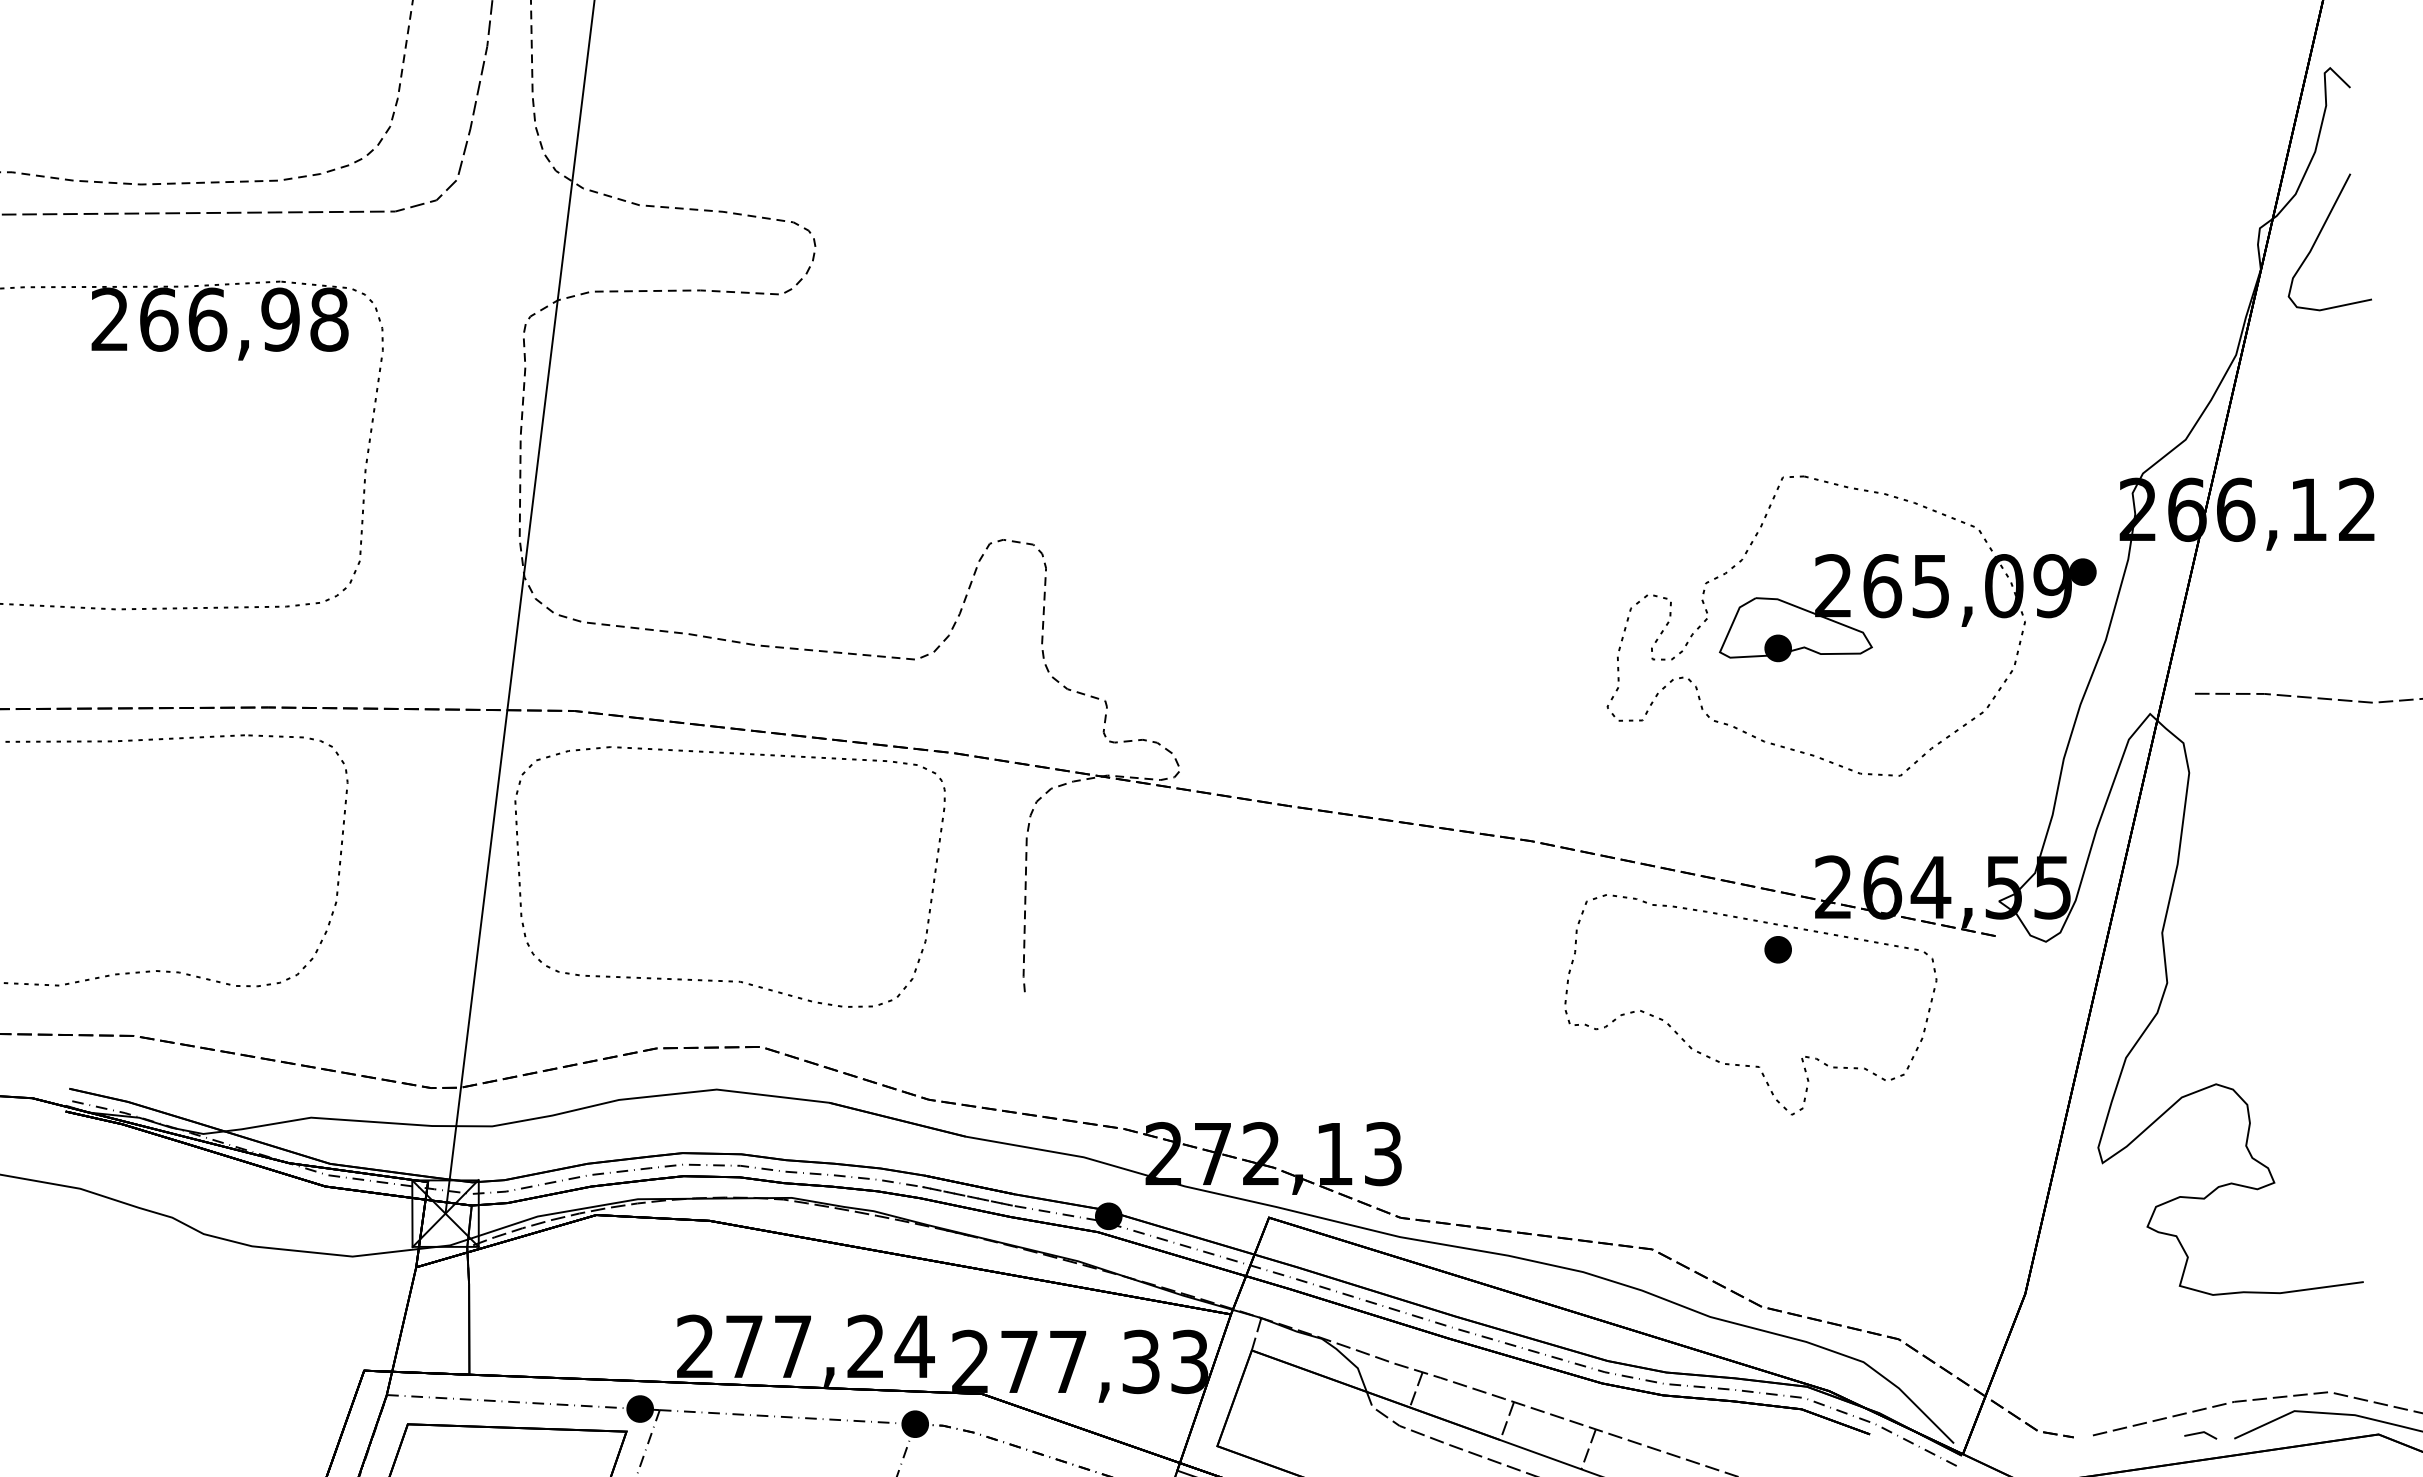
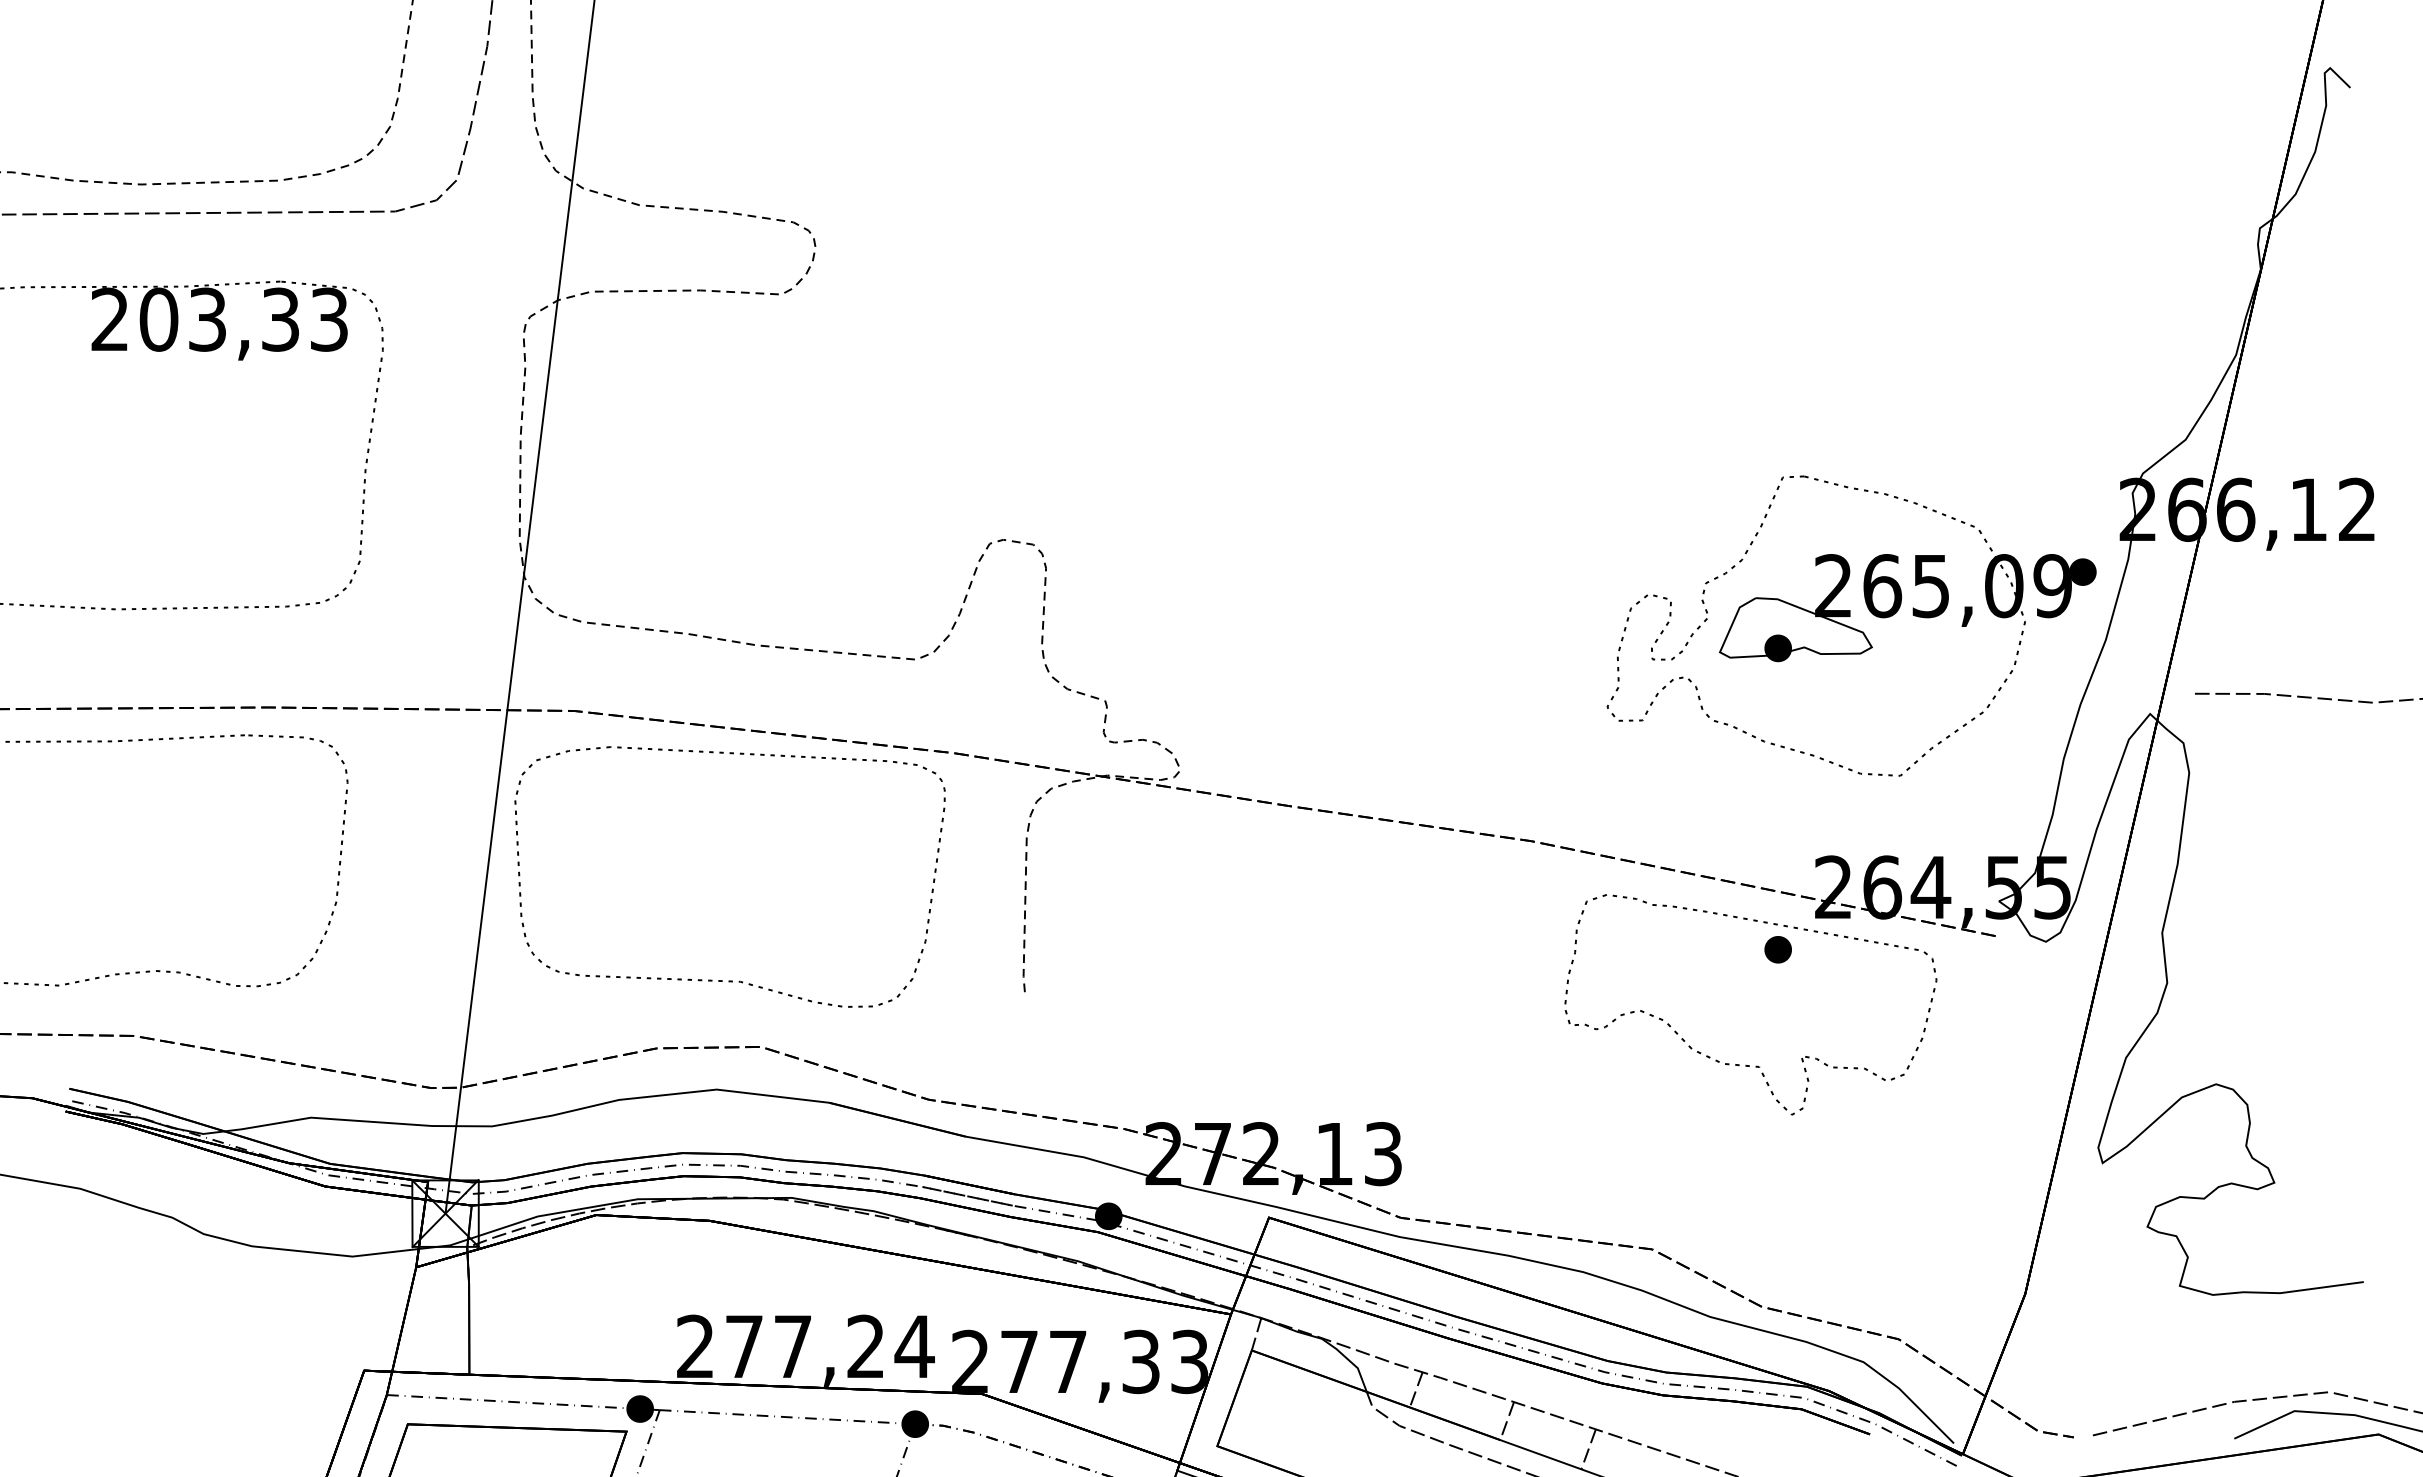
curve at (2319, 236): present -> none
text at (243, 319): 266,98 -> 203,33
line at (2200, 1433): present -> none
